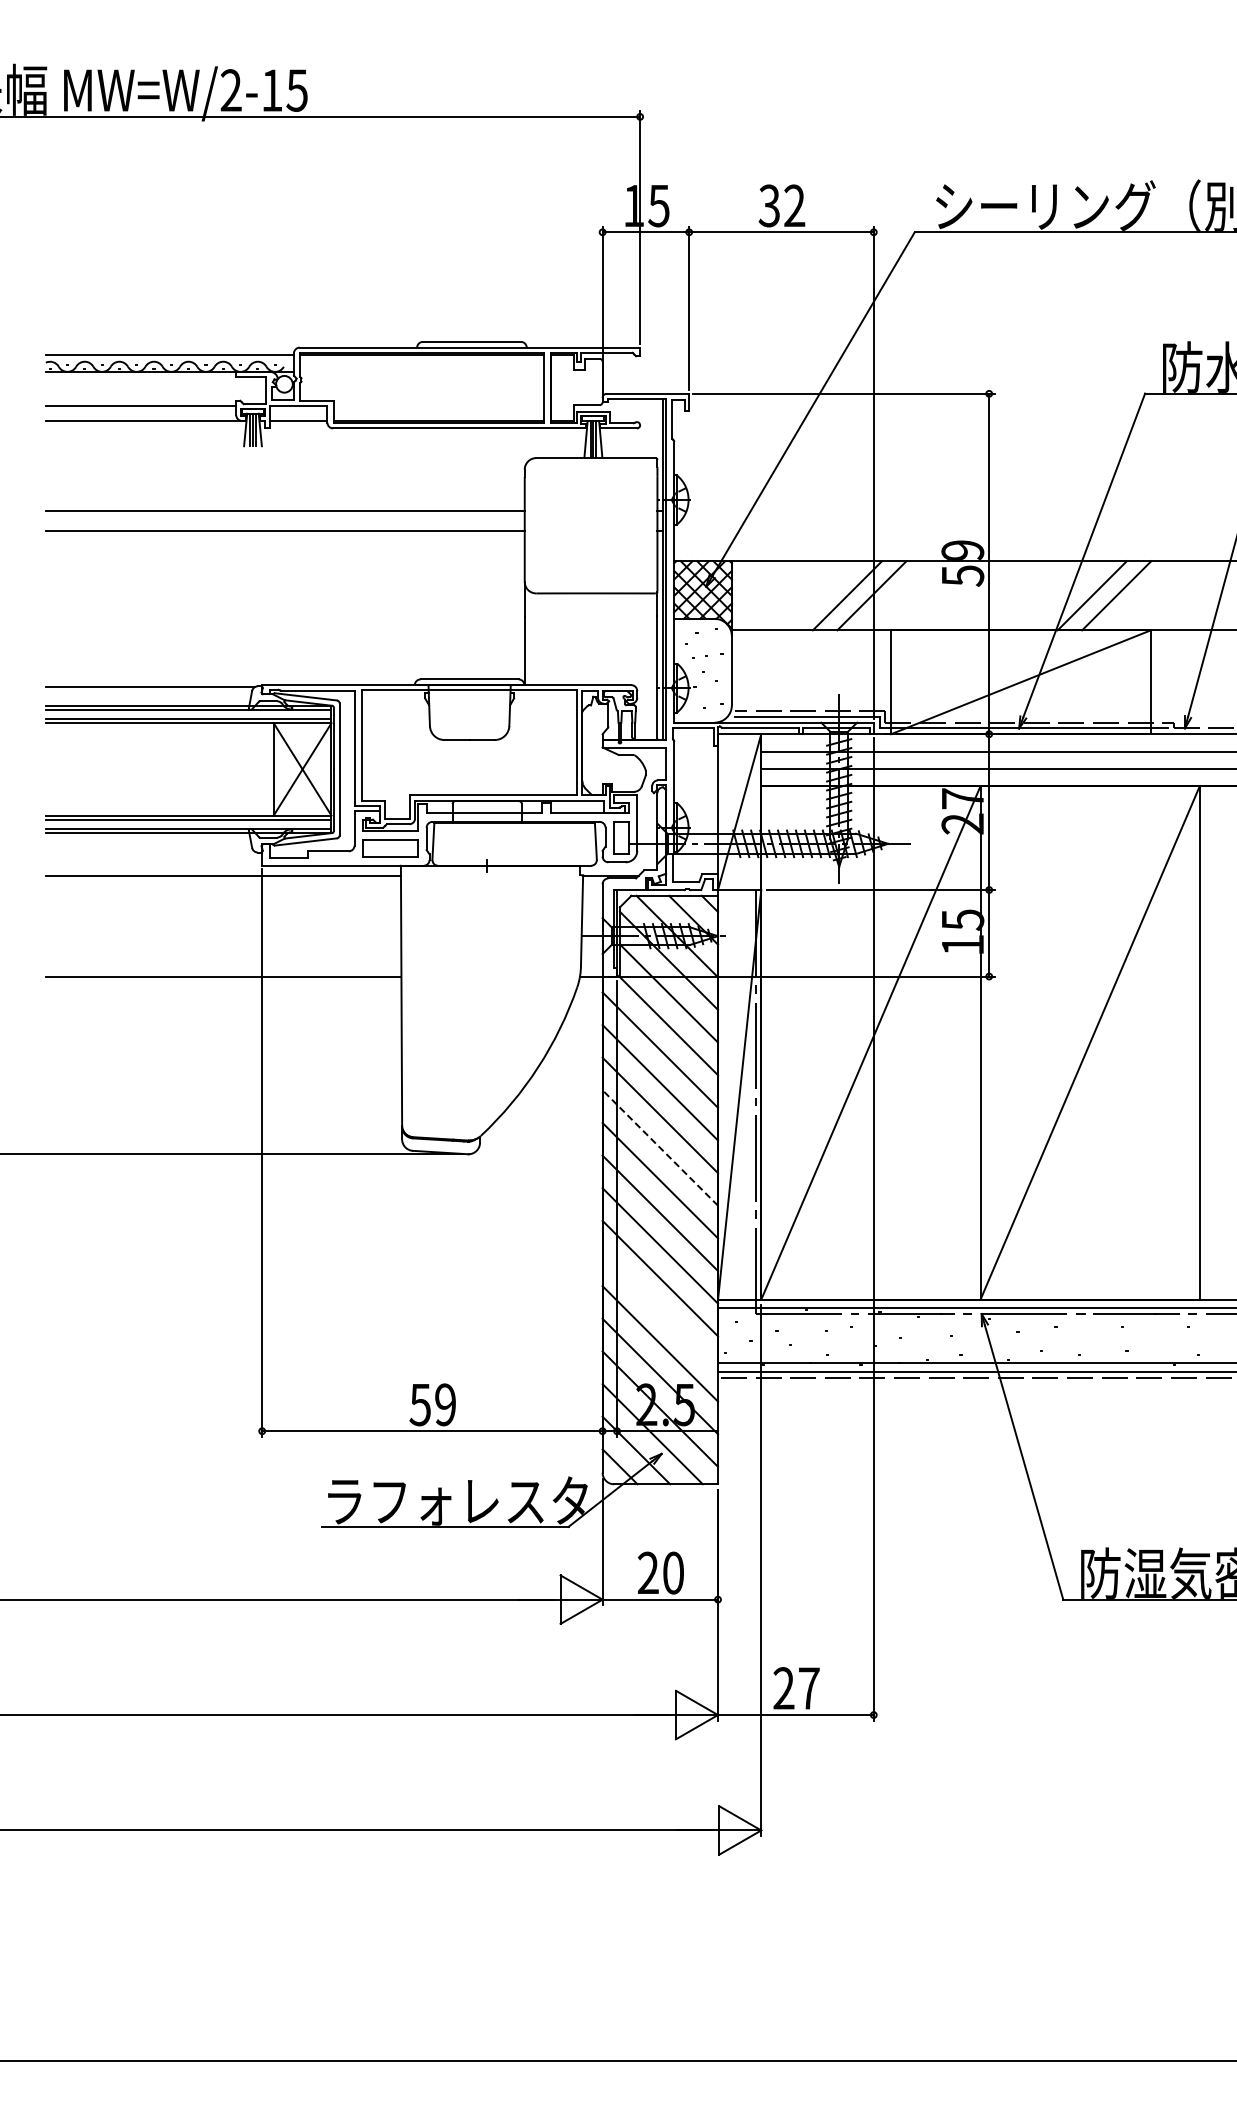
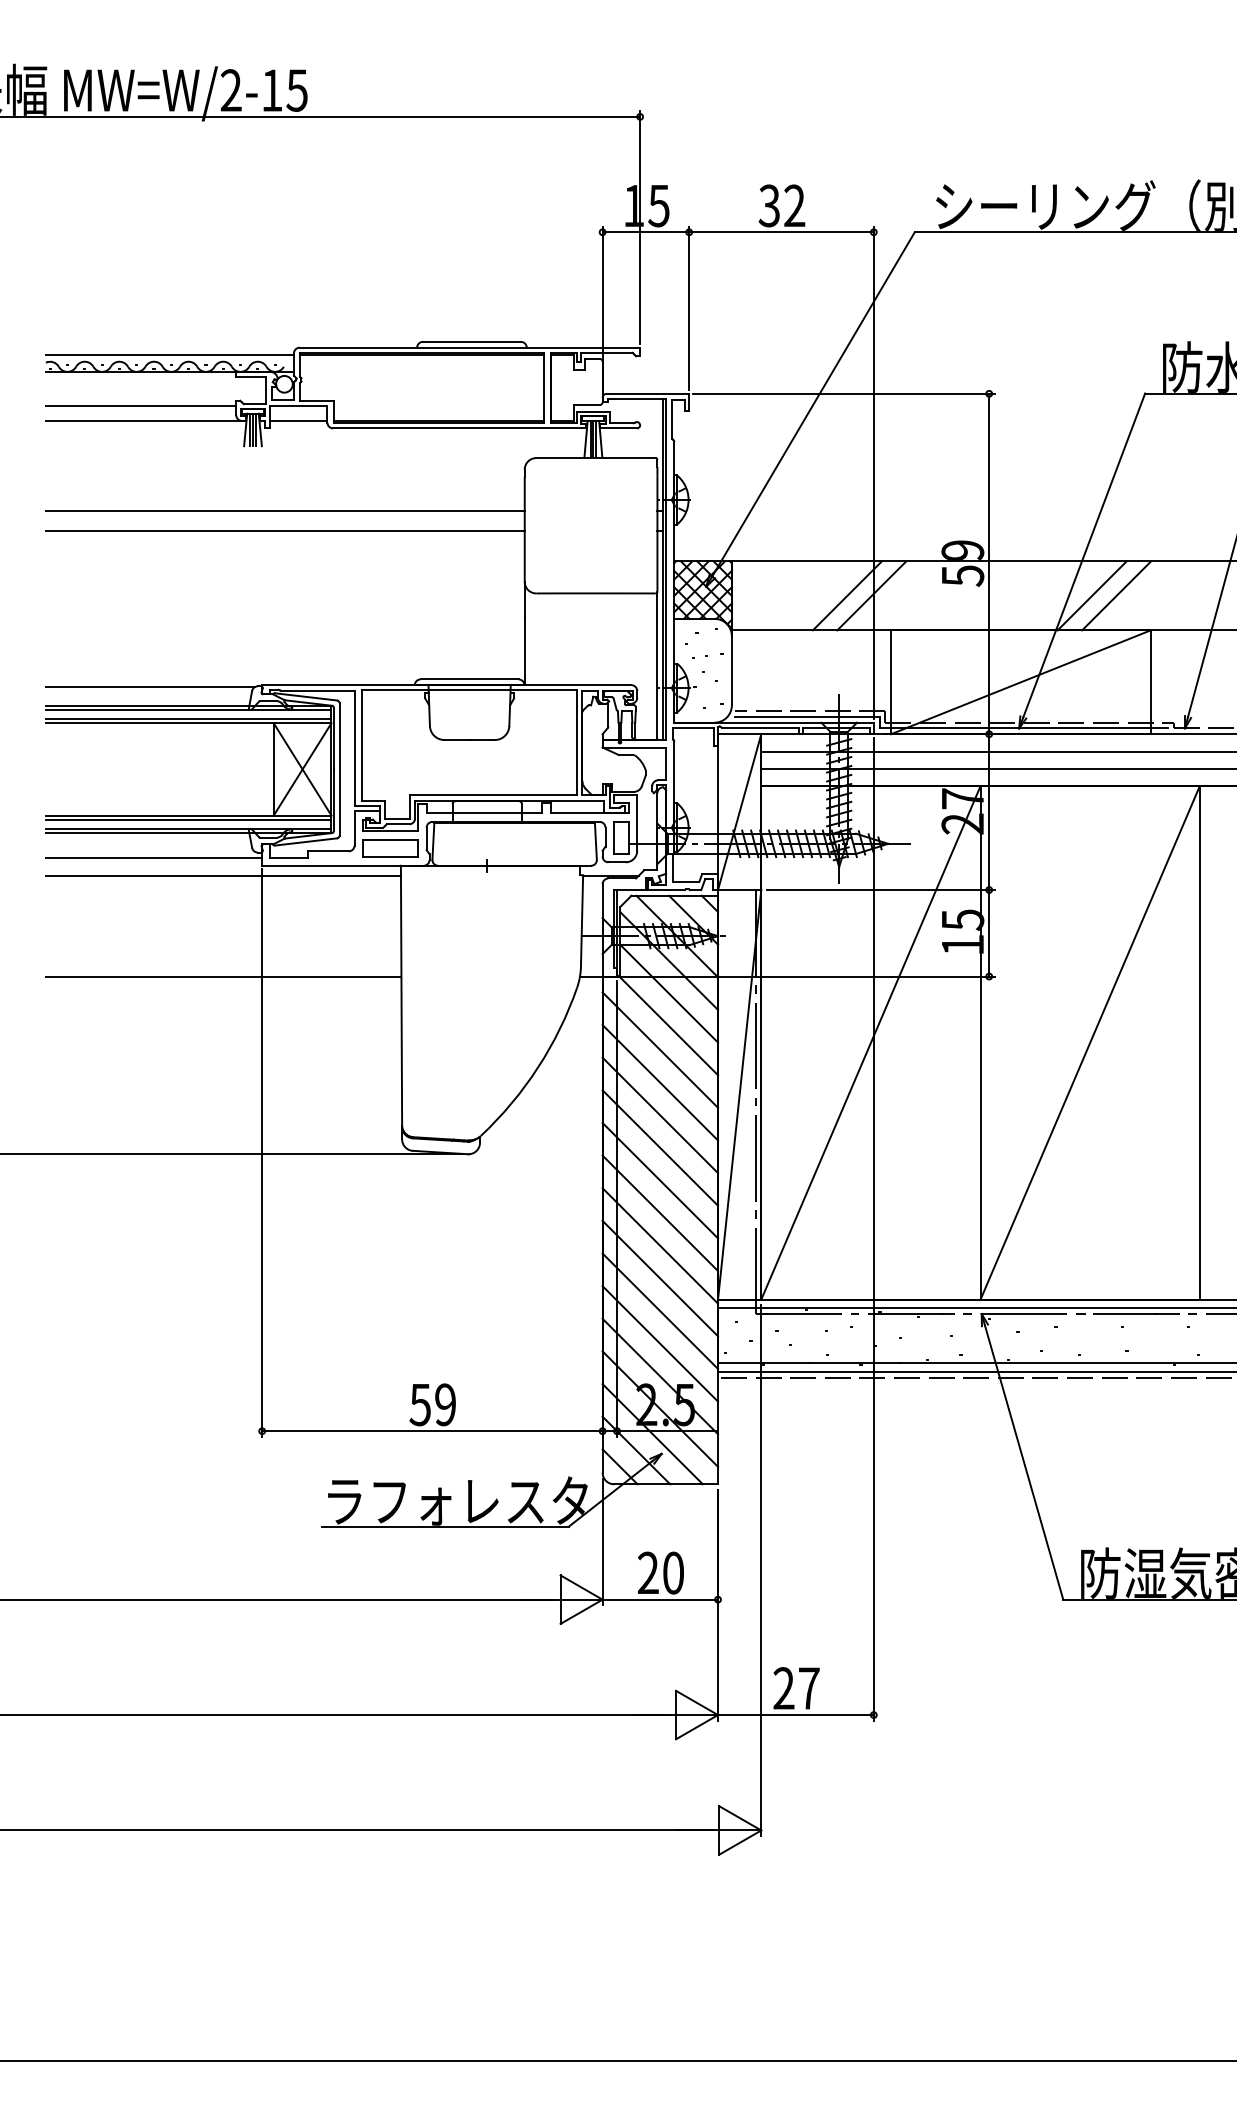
line at (153, 857): none -> present
line at (660, 1148): dashed -> solid
line at (660, 1310): none -> present
